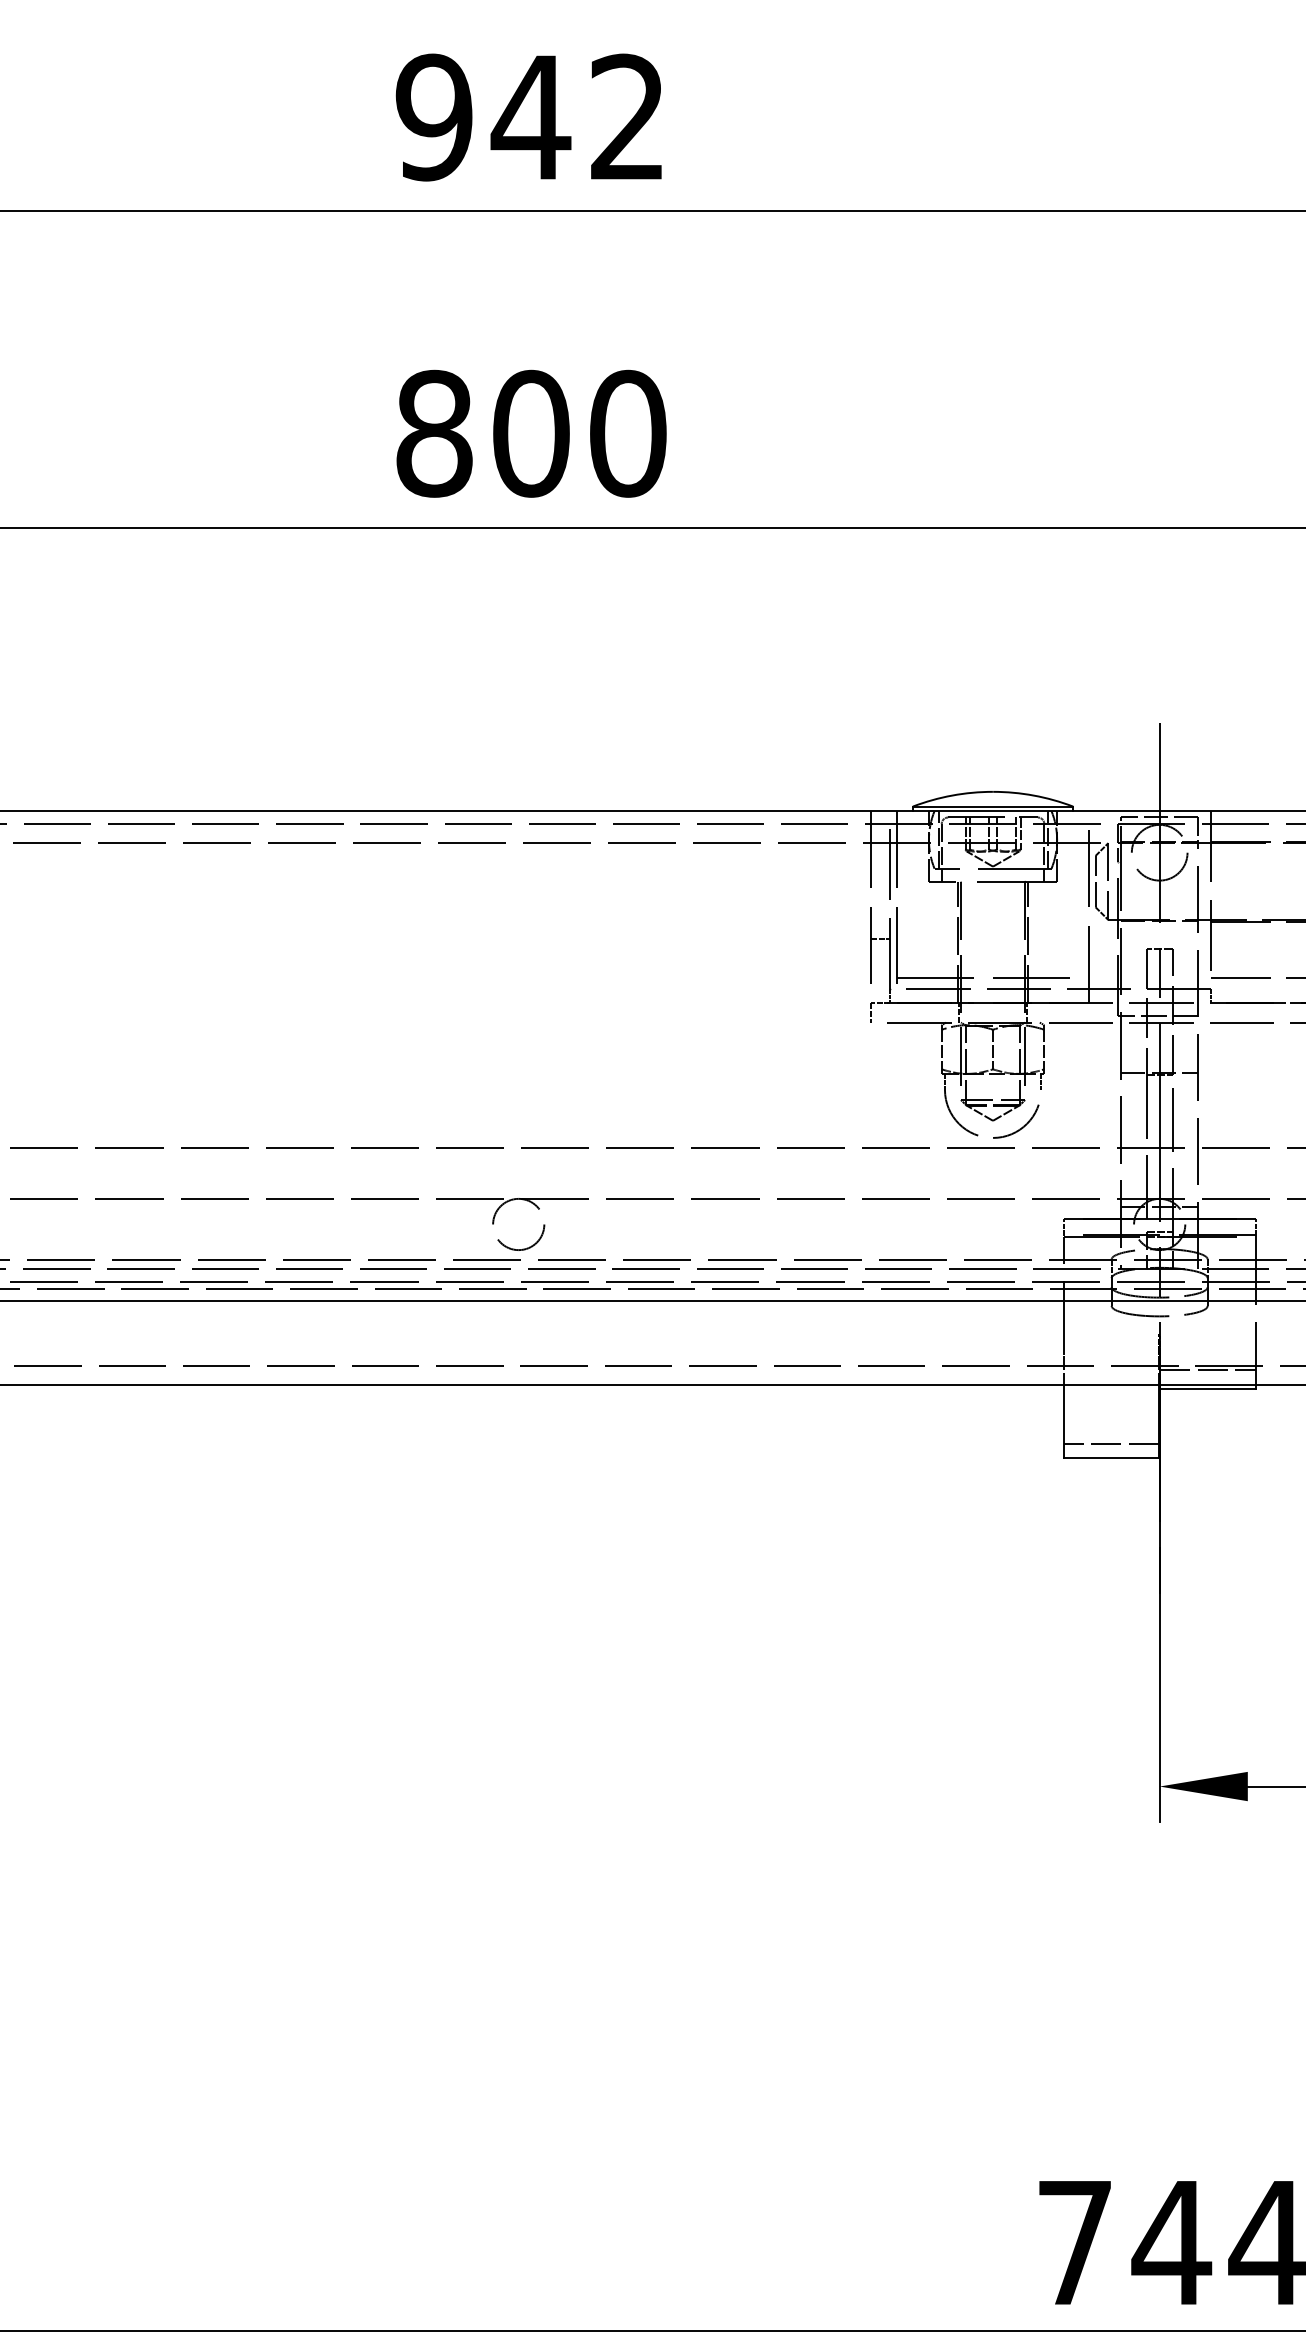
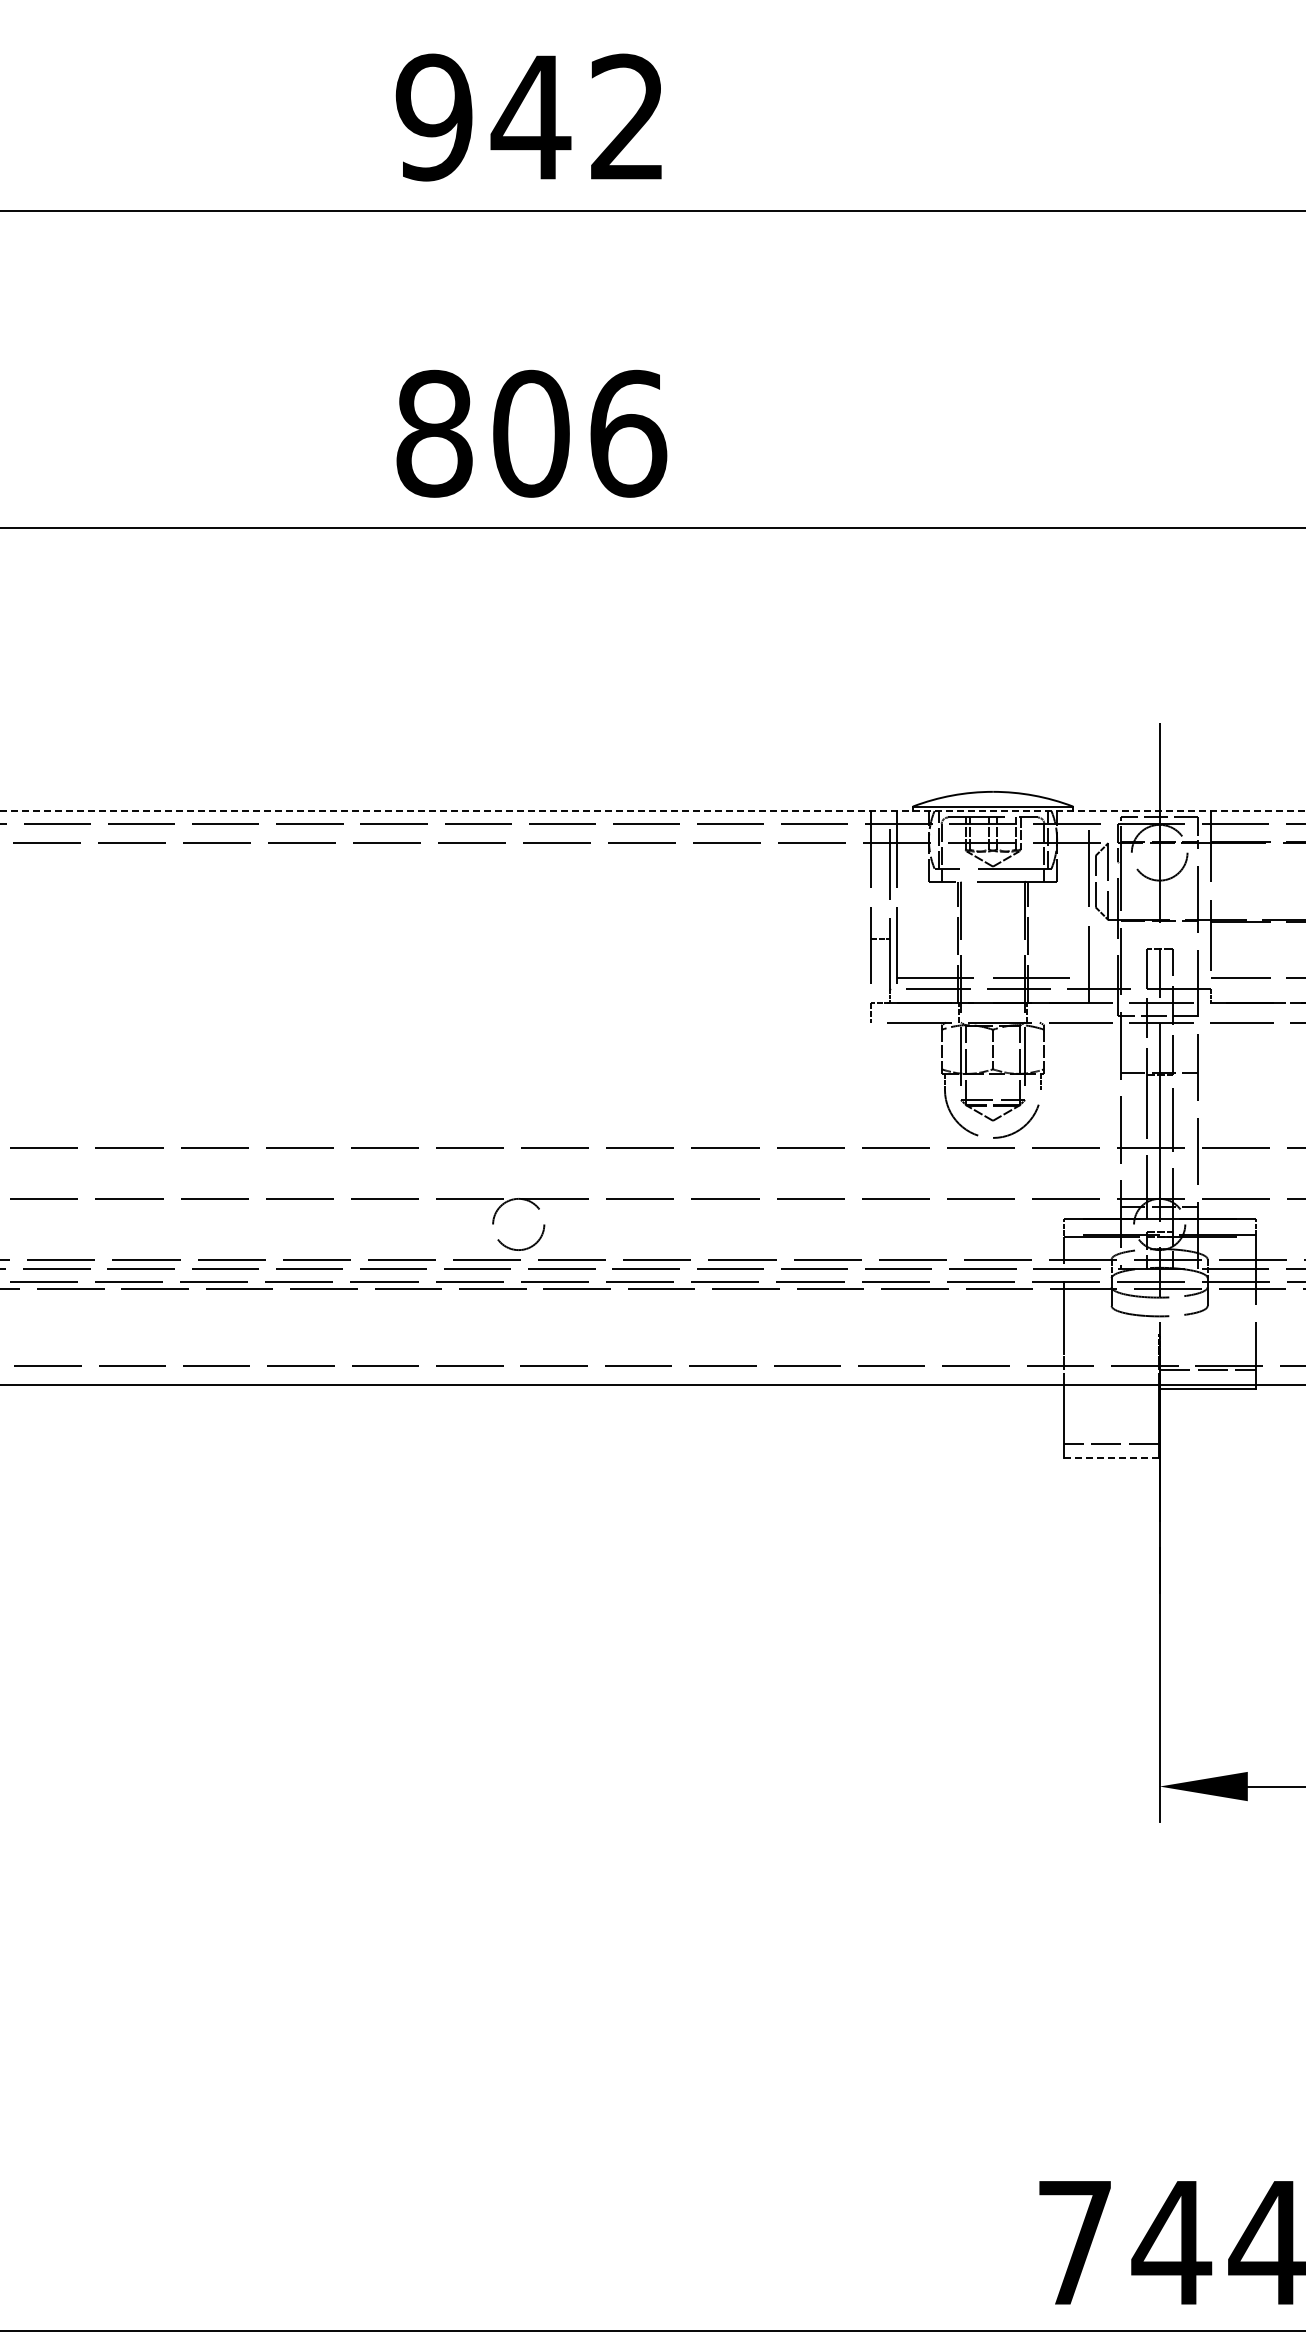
text at (628, 433): 800 -> 806
line at (652, 811): solid -> dashed
line at (652, 1301): present -> none
line at (1111, 1458): solid -> dashed
